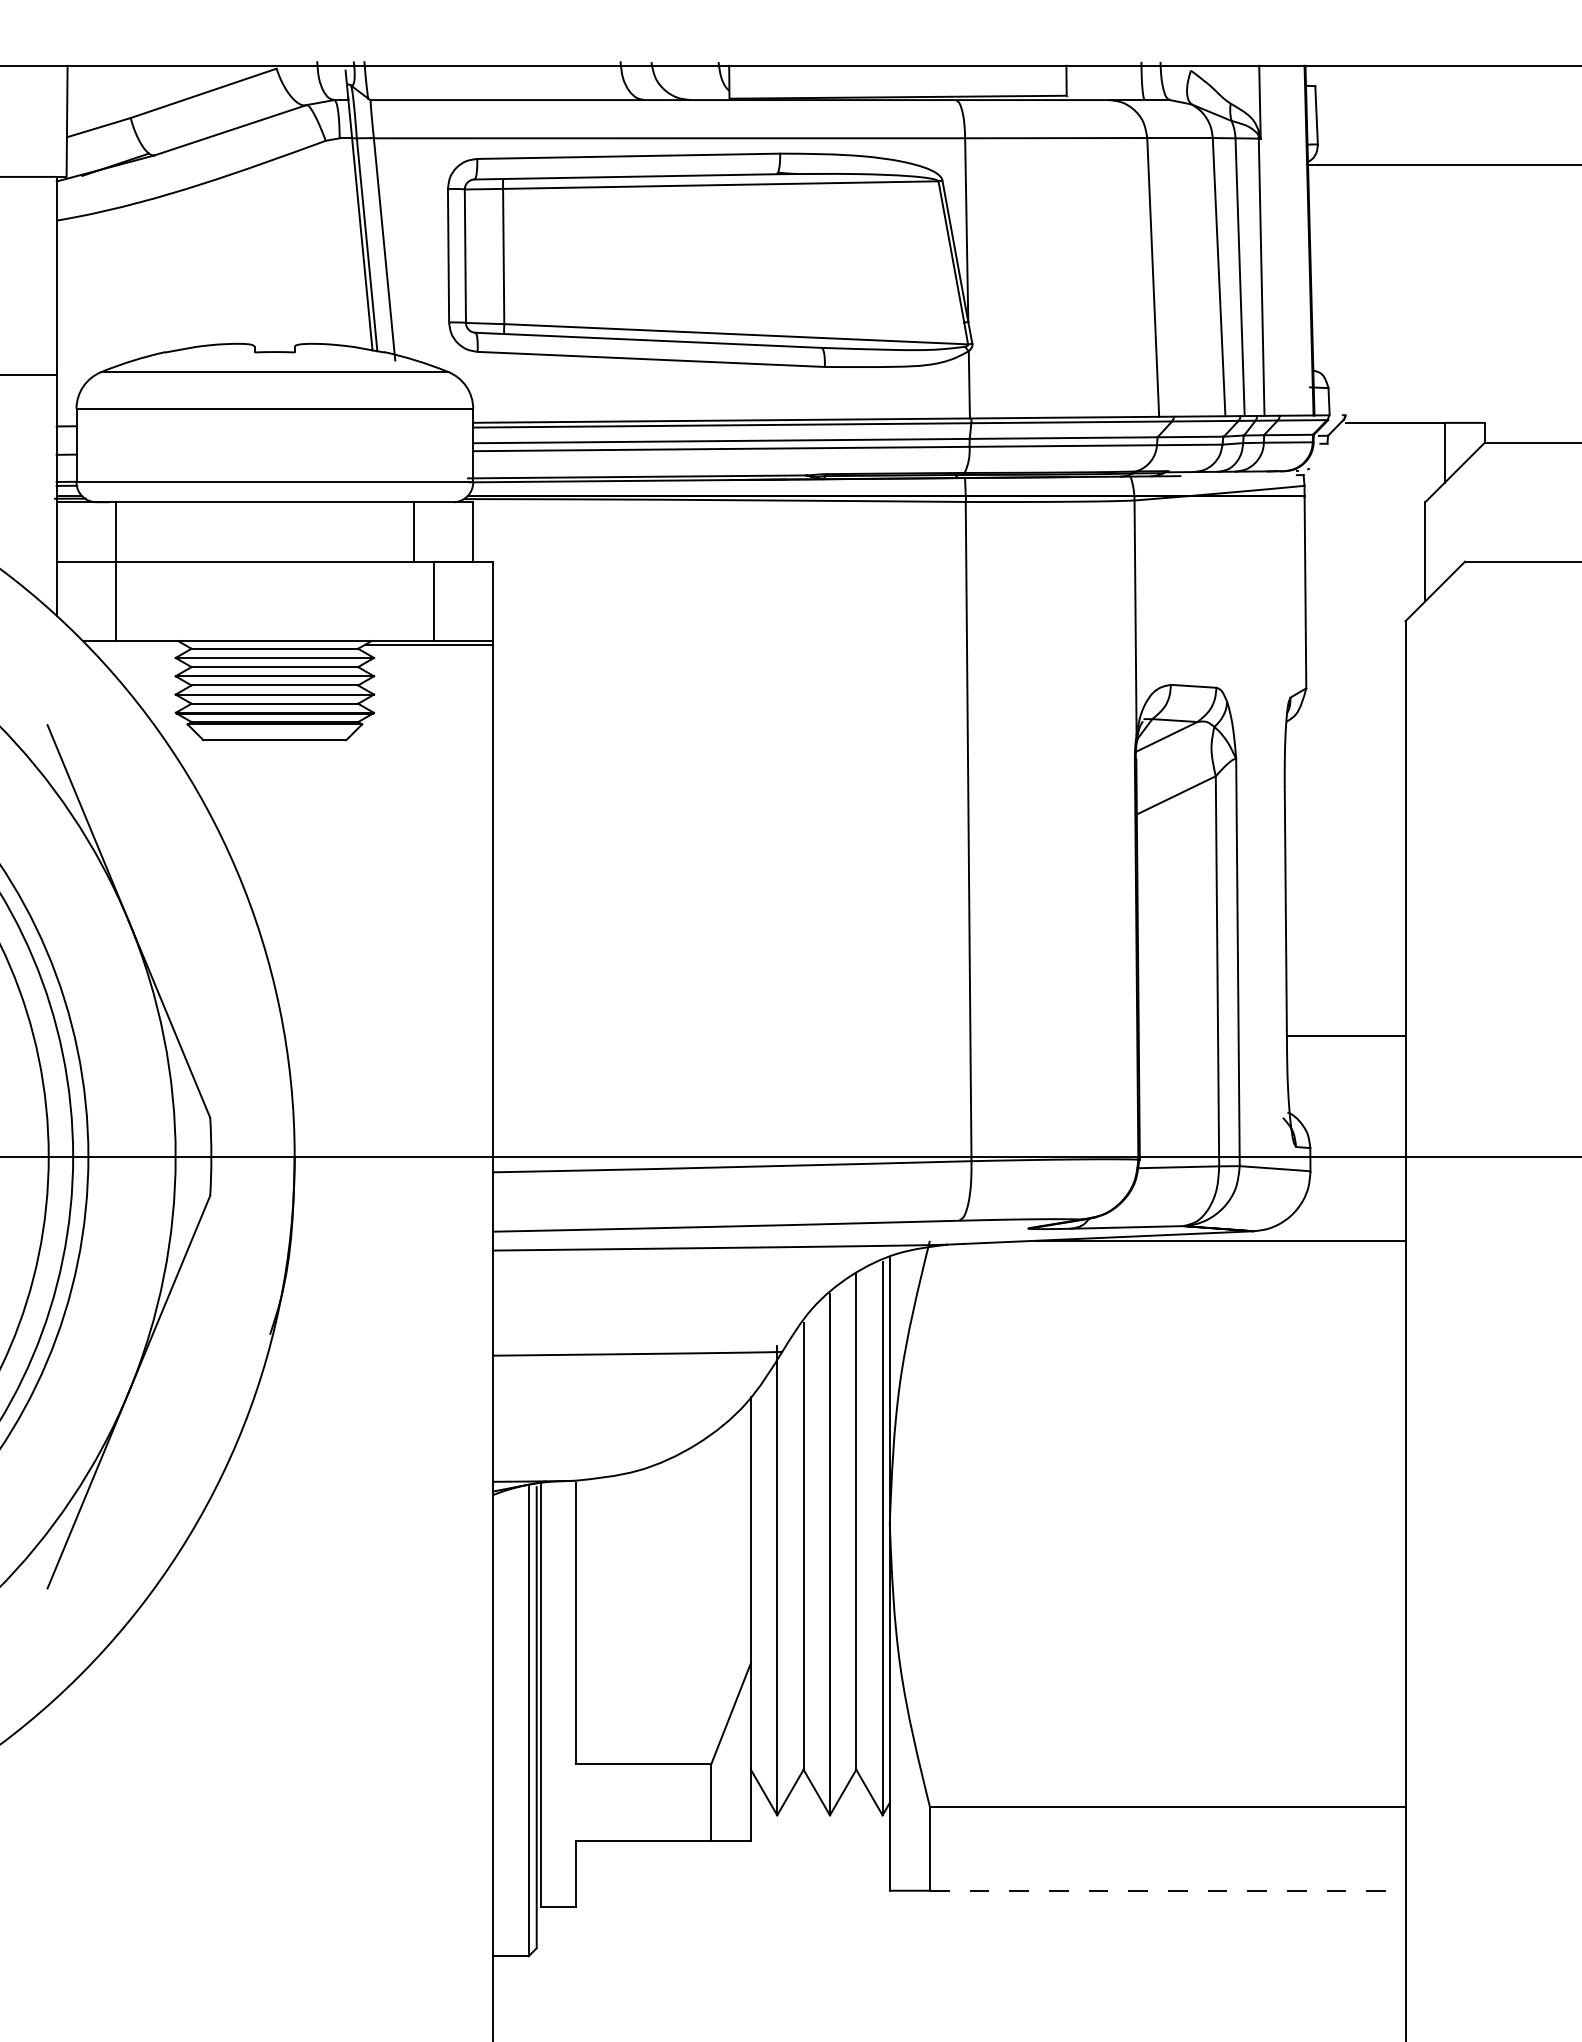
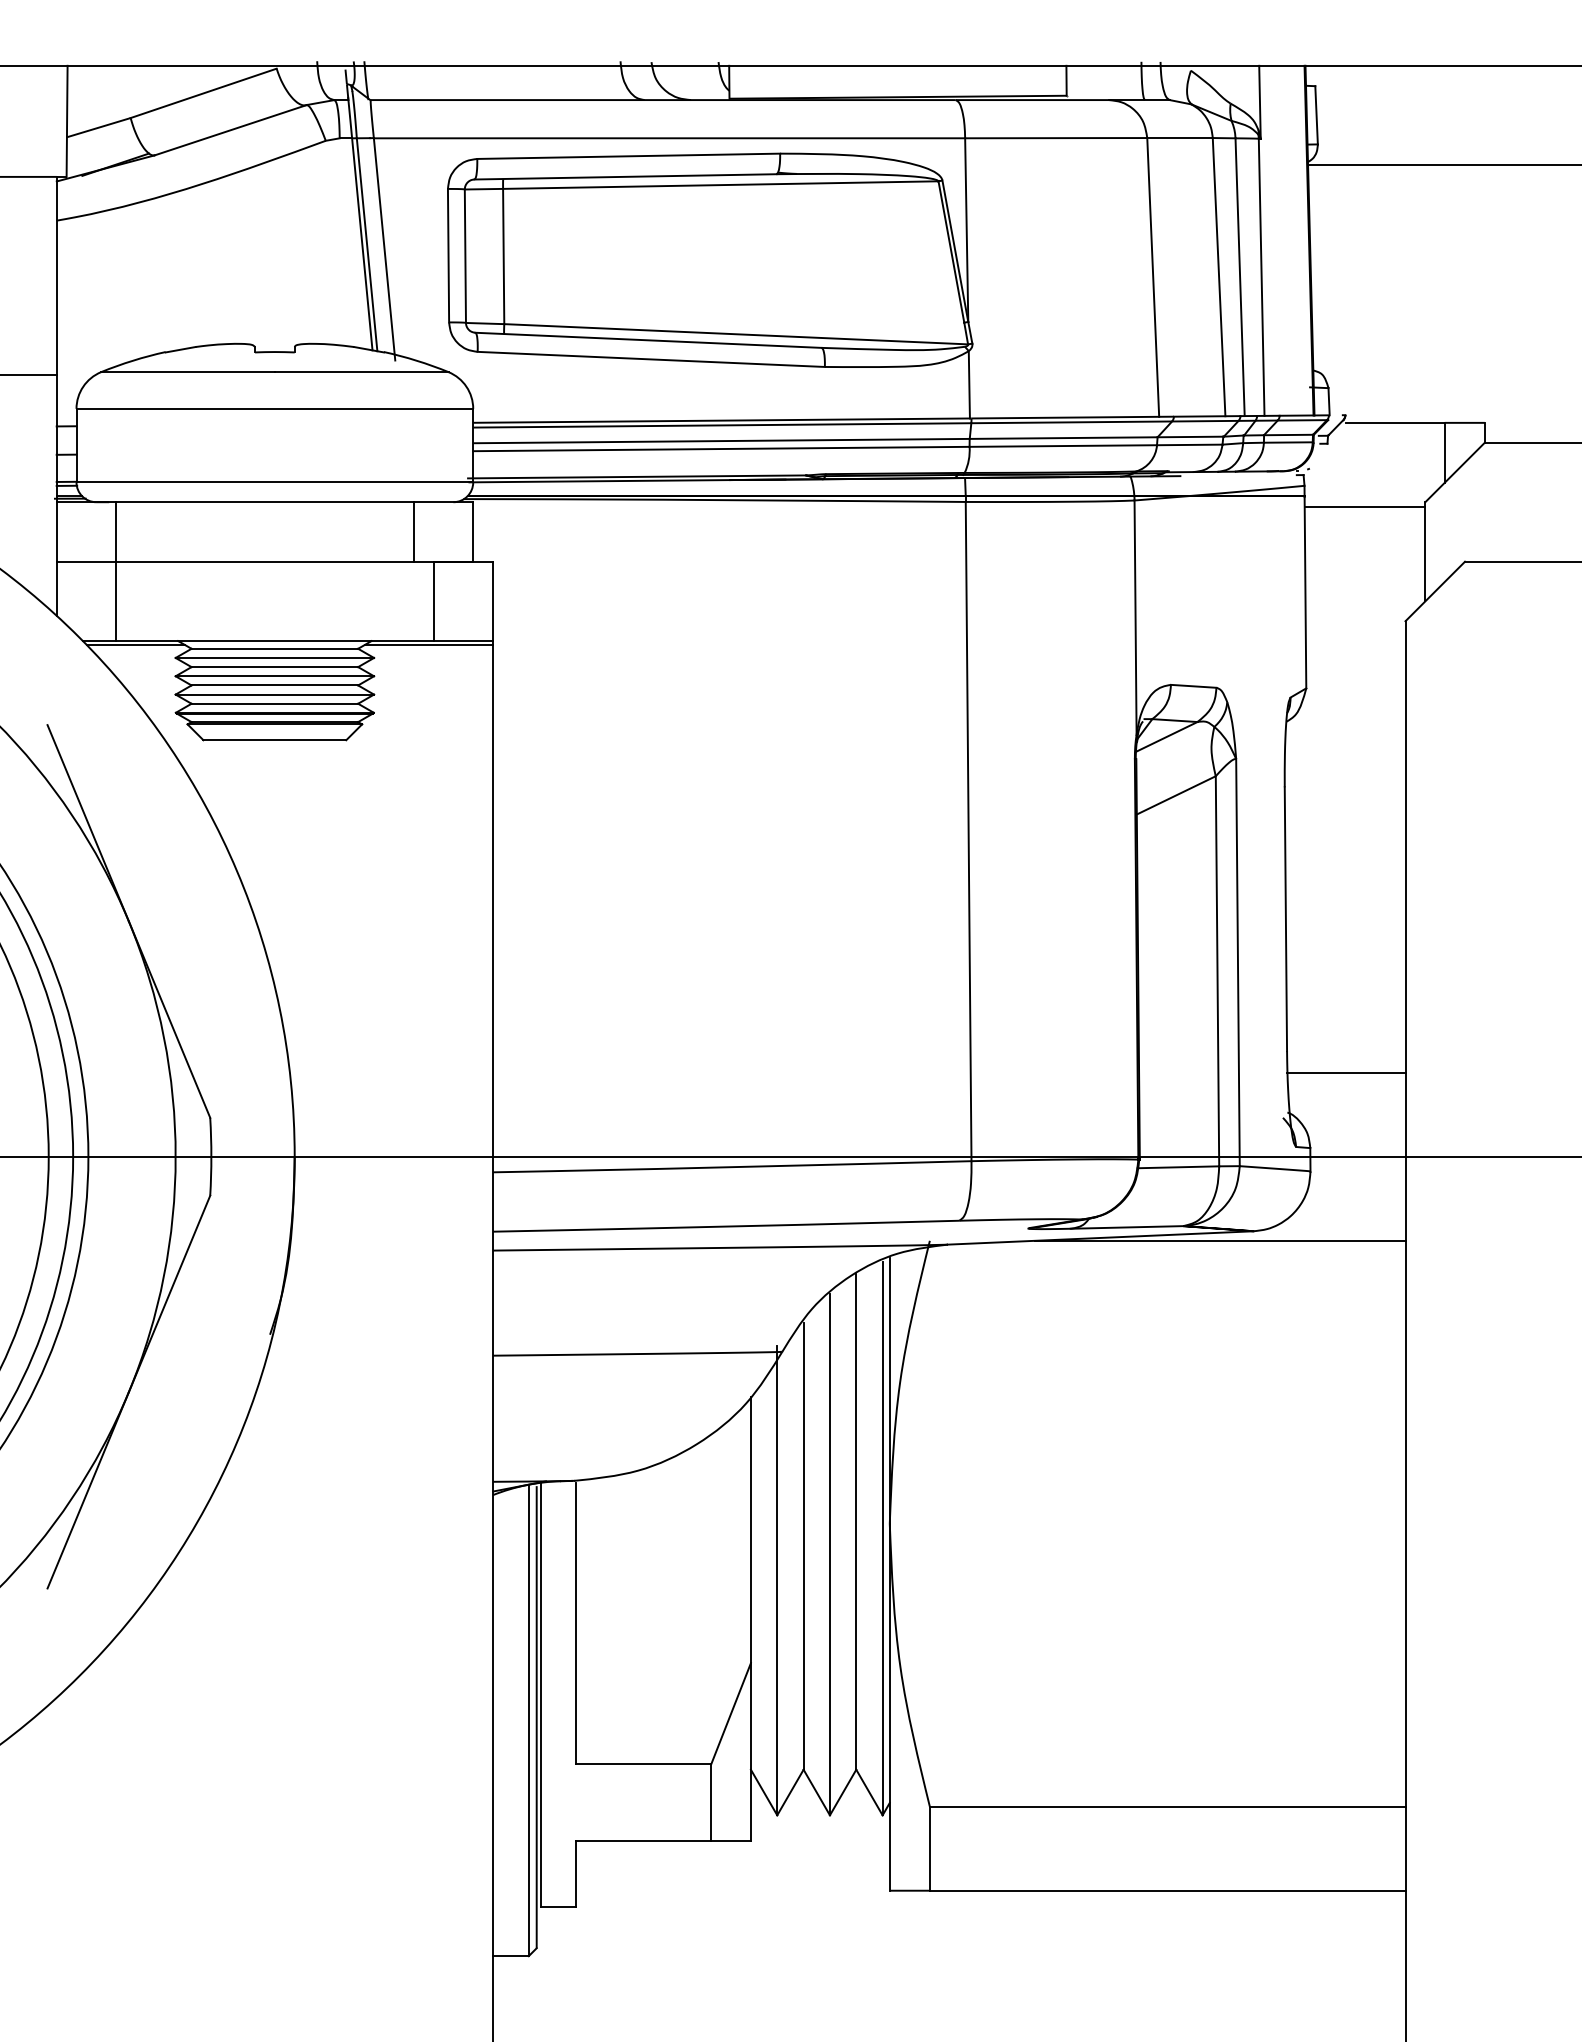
line at (1364, 506): none -> present
line at (135, 645): none -> present
line at (1346, 1035) position: (1346, 1035) -> (1346, 1072)
line at (1167, 1890): dashed -> solid
